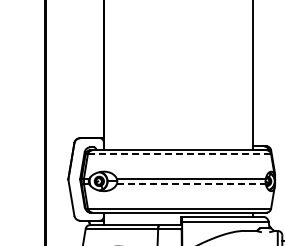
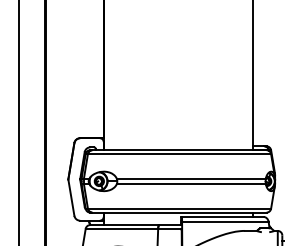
line at (18, 122): none -> present
line at (179, 154): dashed -> solid
line at (191, 184): dashed -> solid
